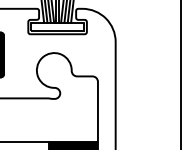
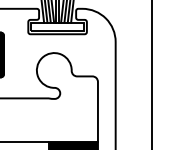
line at (180, 74) position: (180, 74) -> (151, 74)
